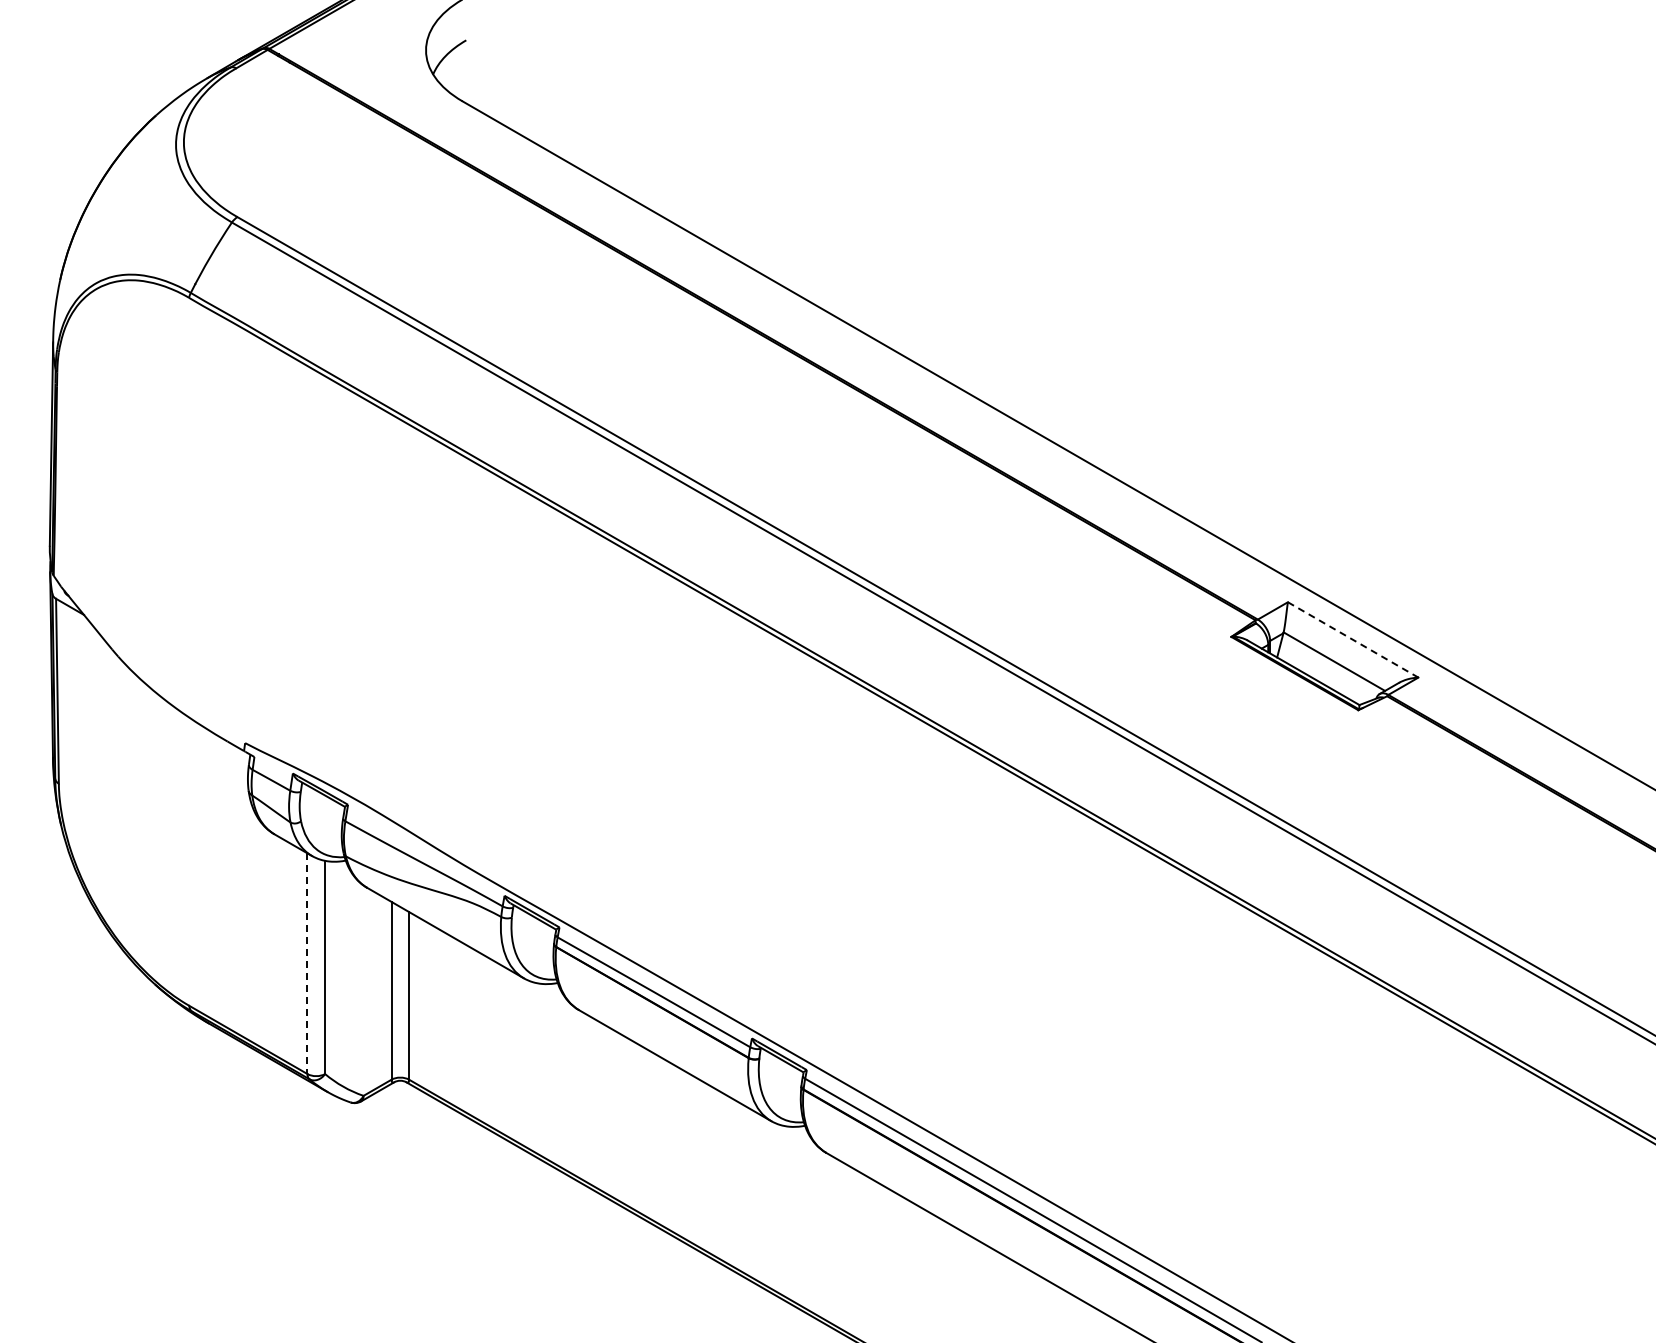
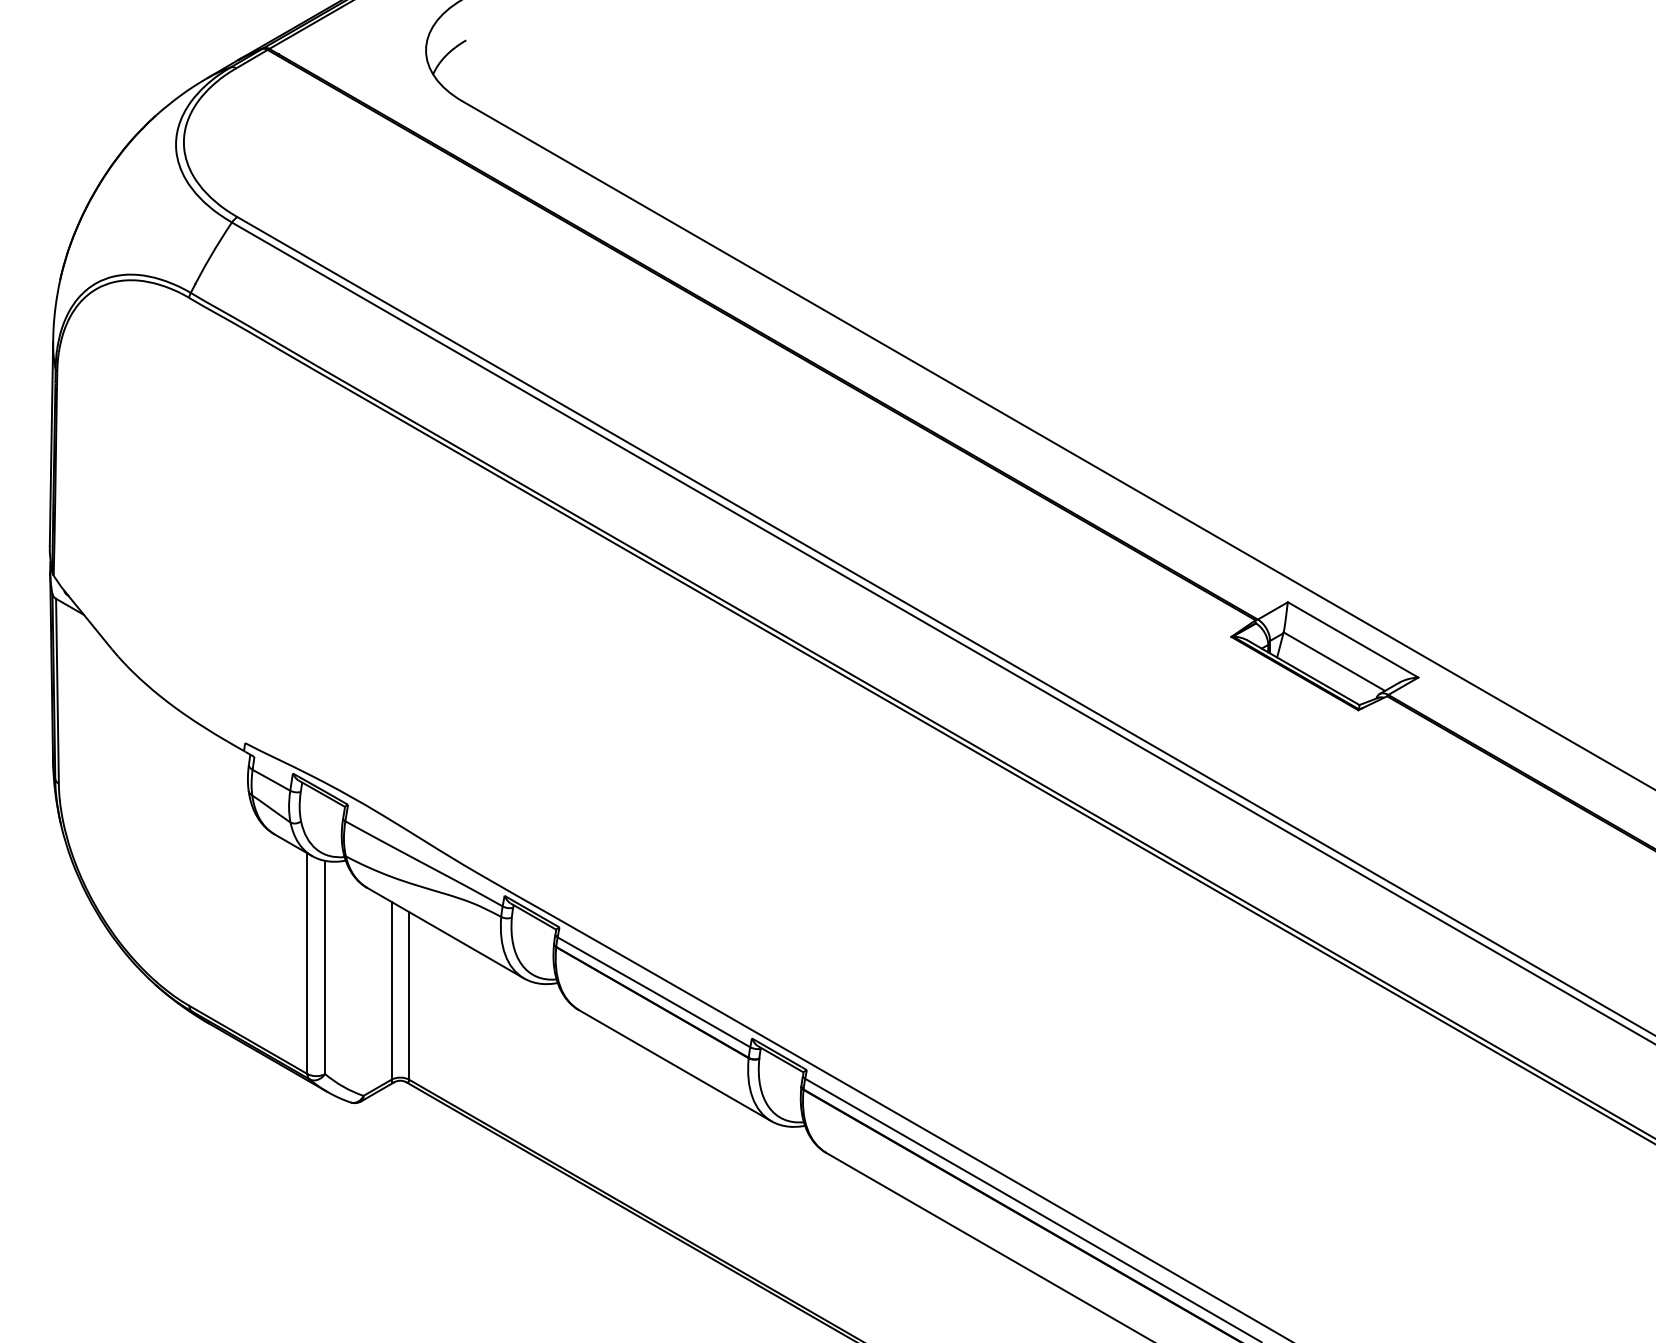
line at (1353, 640): dashed -> solid
line at (307, 964): dashed -> solid
